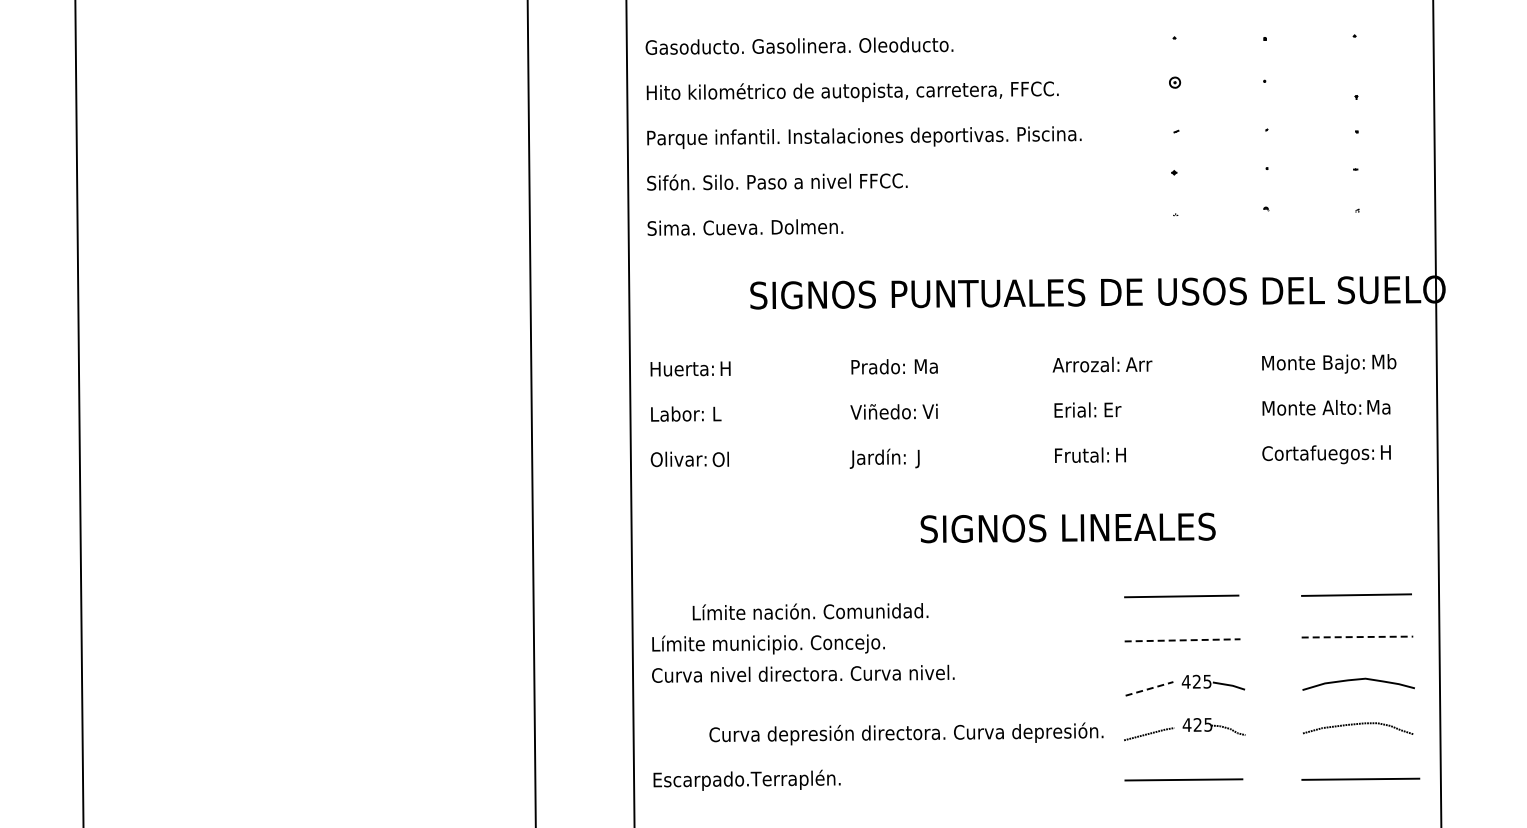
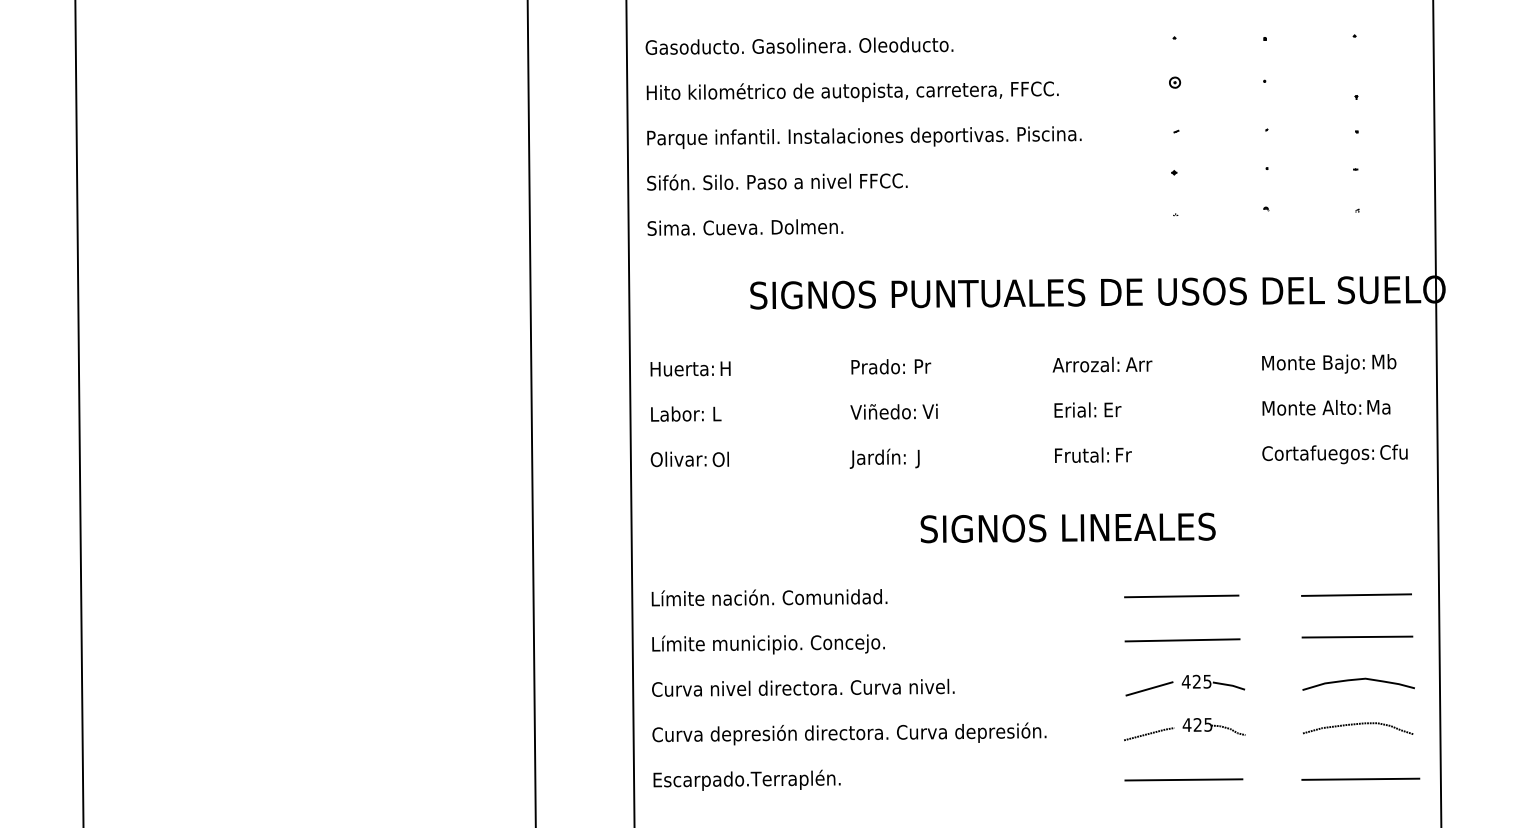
text at (926, 366): Ma -> Pr
text at (1393, 451): H -> Cfu
text at (1124, 454): H -> Fr
text at (810, 611) position: (810, 611) -> (769, 597)
line at (1357, 637): dashed -> solid
line at (1182, 640): dashed -> solid
text at (803, 673) position: (803, 673) -> (803, 687)
line at (1149, 688): dashed -> solid
text at (906, 733) position: (906, 733) -> (849, 733)
